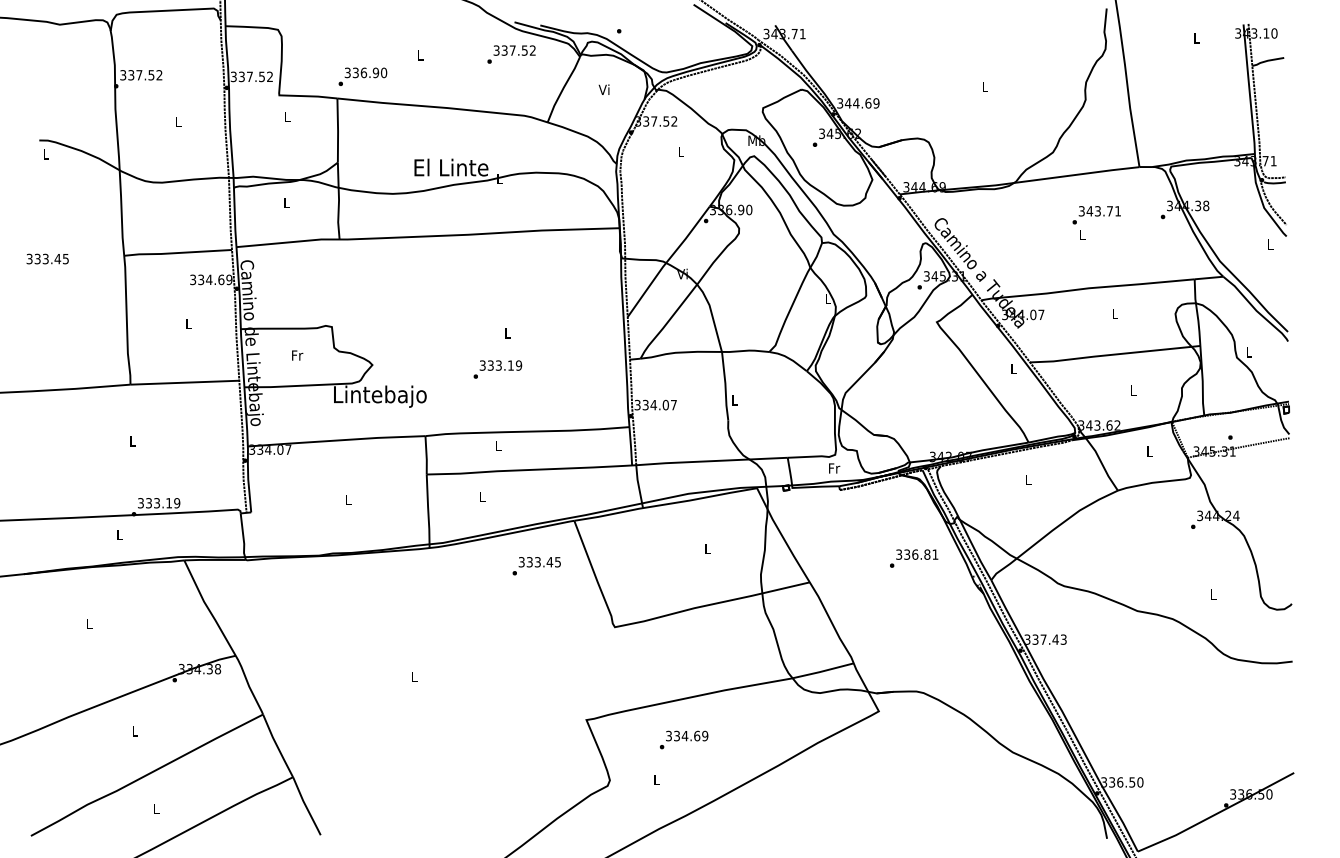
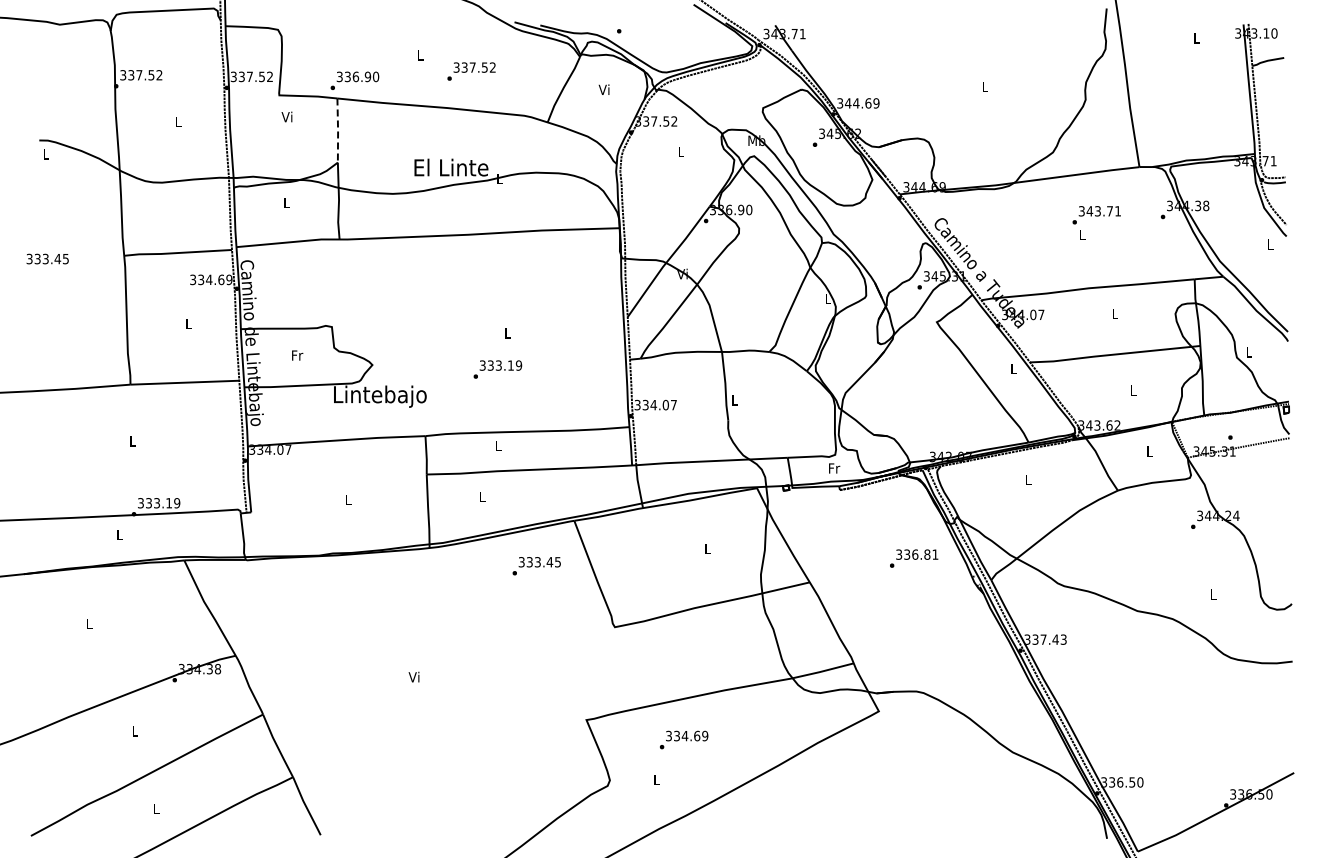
text at (511, 54) position: (511, 54) -> (471, 71)
text at (362, 76) position: (362, 76) -> (354, 80)
text at (286, 116): L -> Vi
line at (338, 131): solid -> dashed
text at (413, 676): L -> Vi
